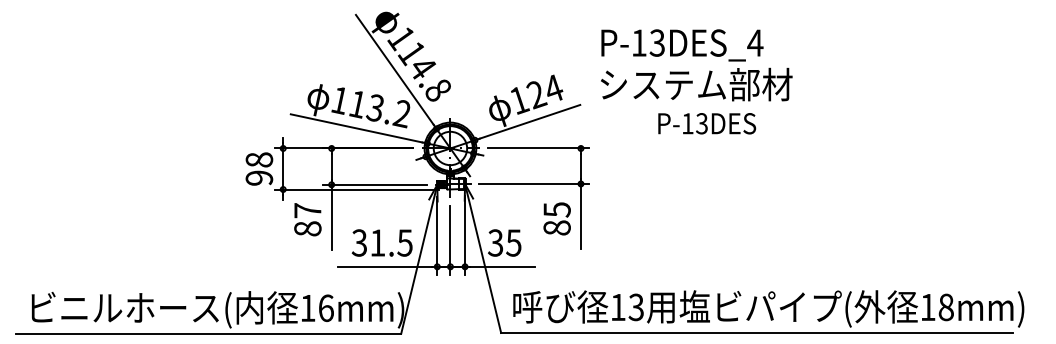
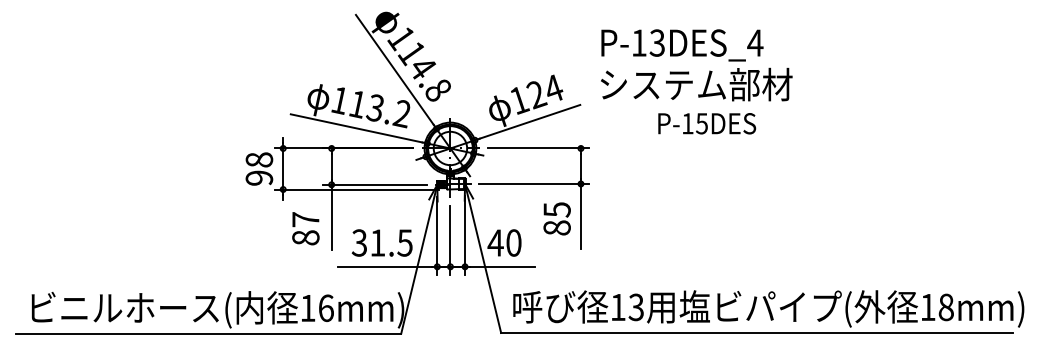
text at (701, 123): P-13DES -> P-15DES
text at (307, 219) position: (307, 219) -> (305, 228)
text at (504, 242): 35 -> 40
